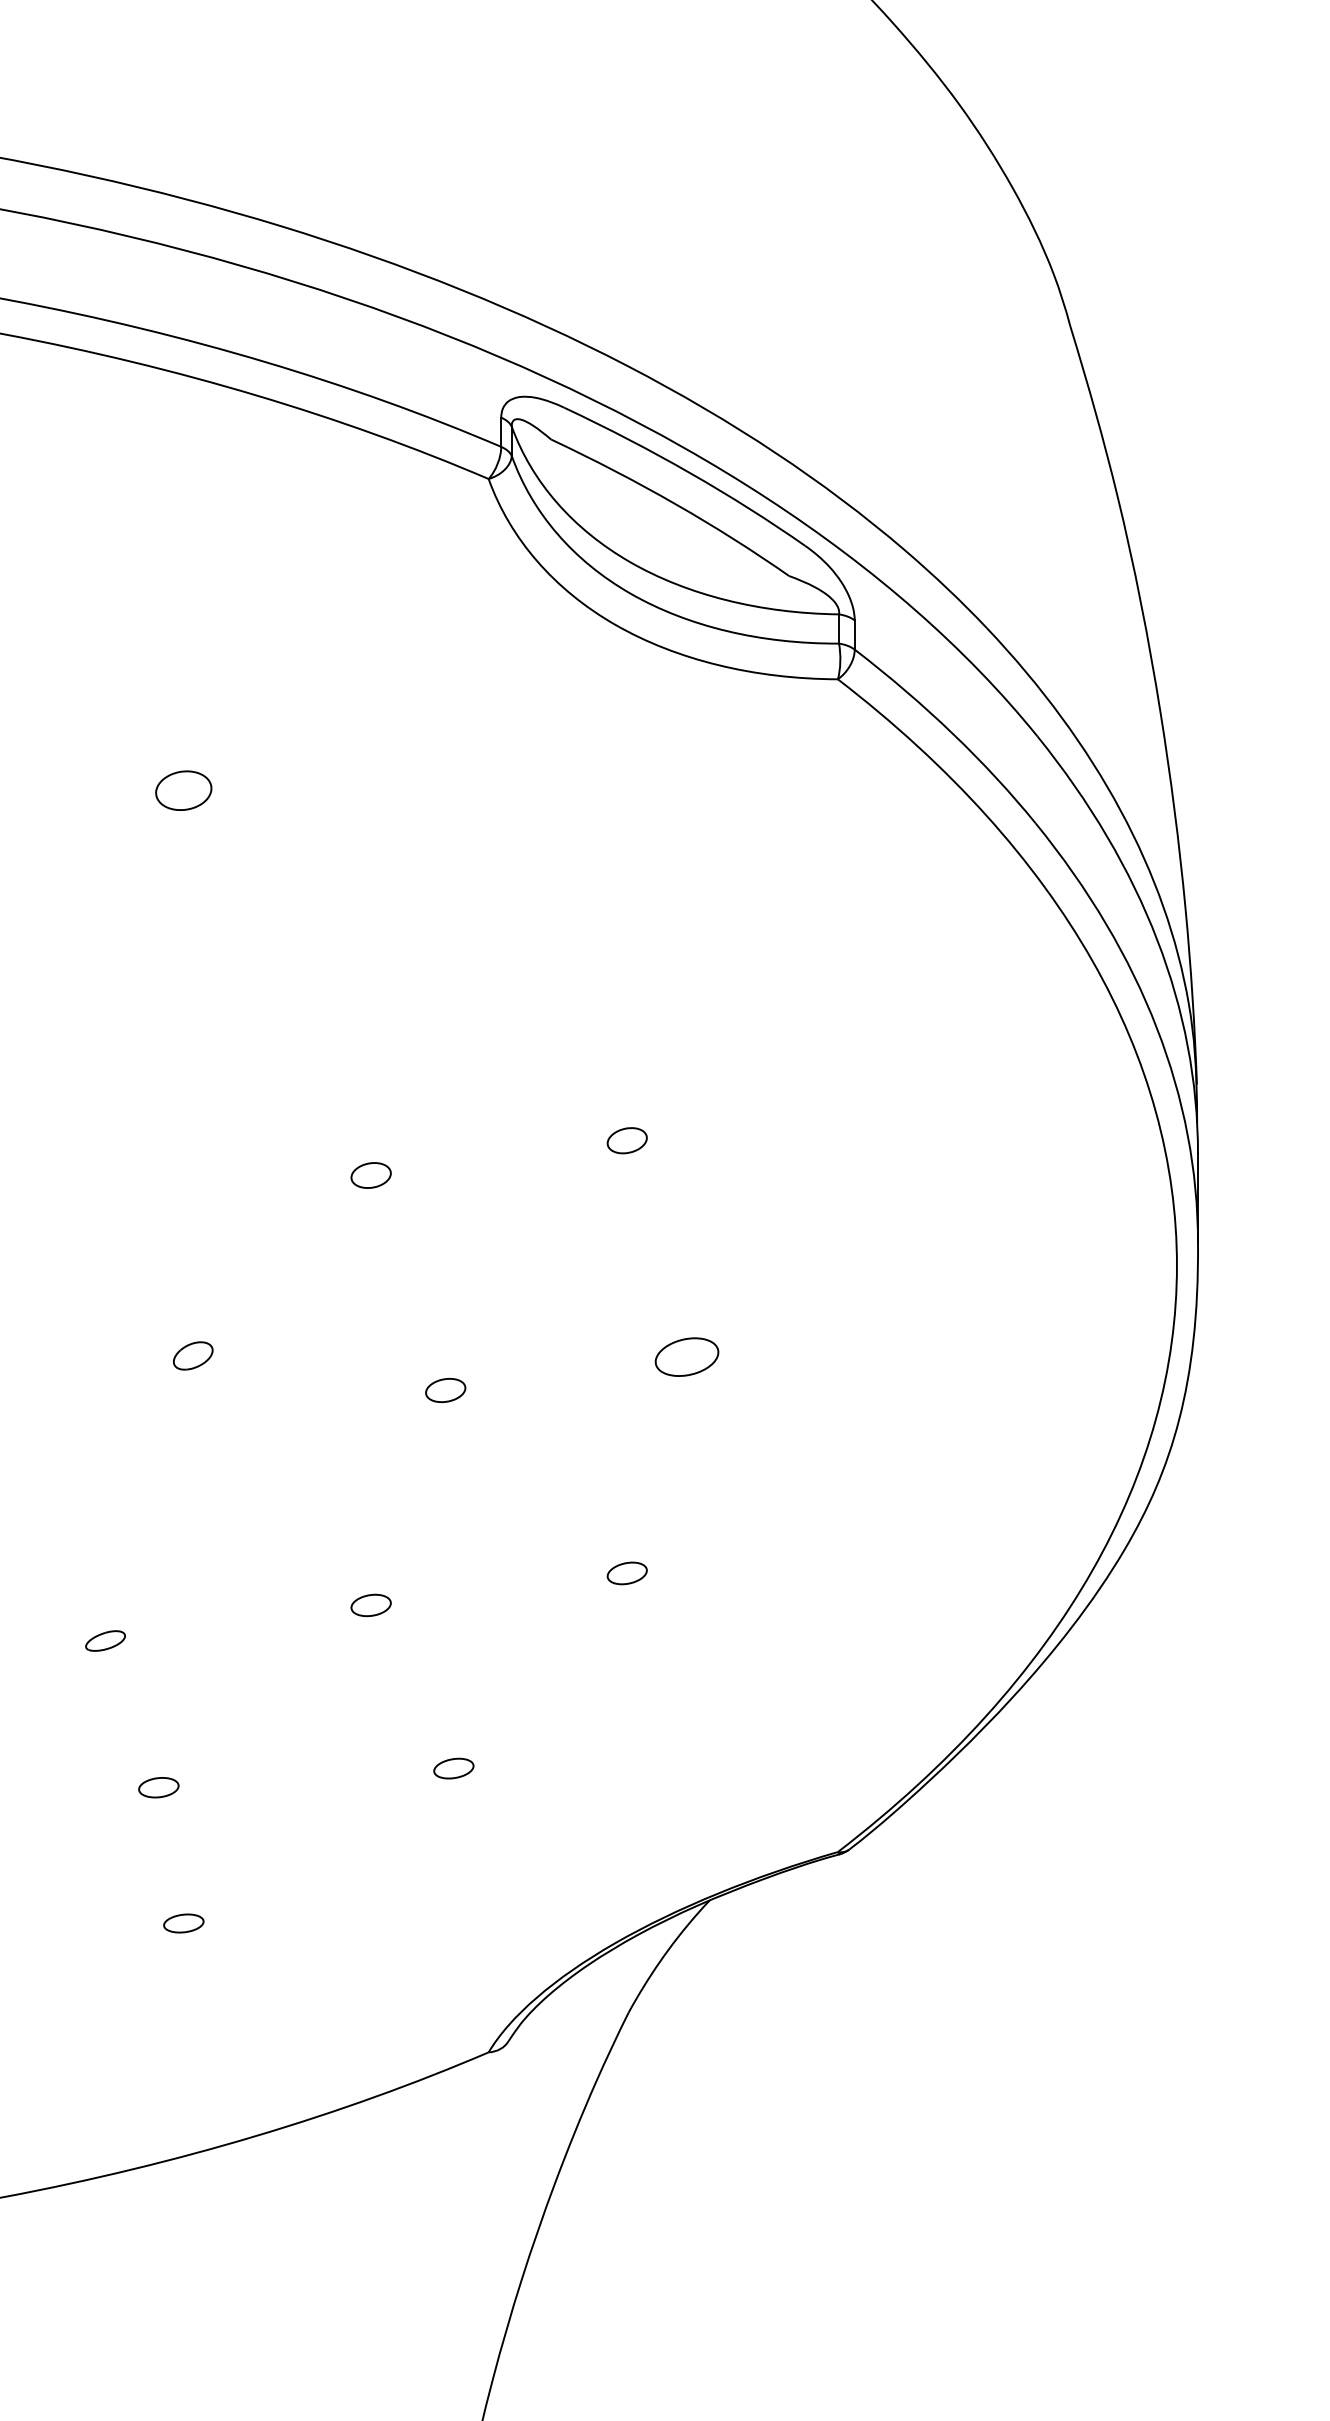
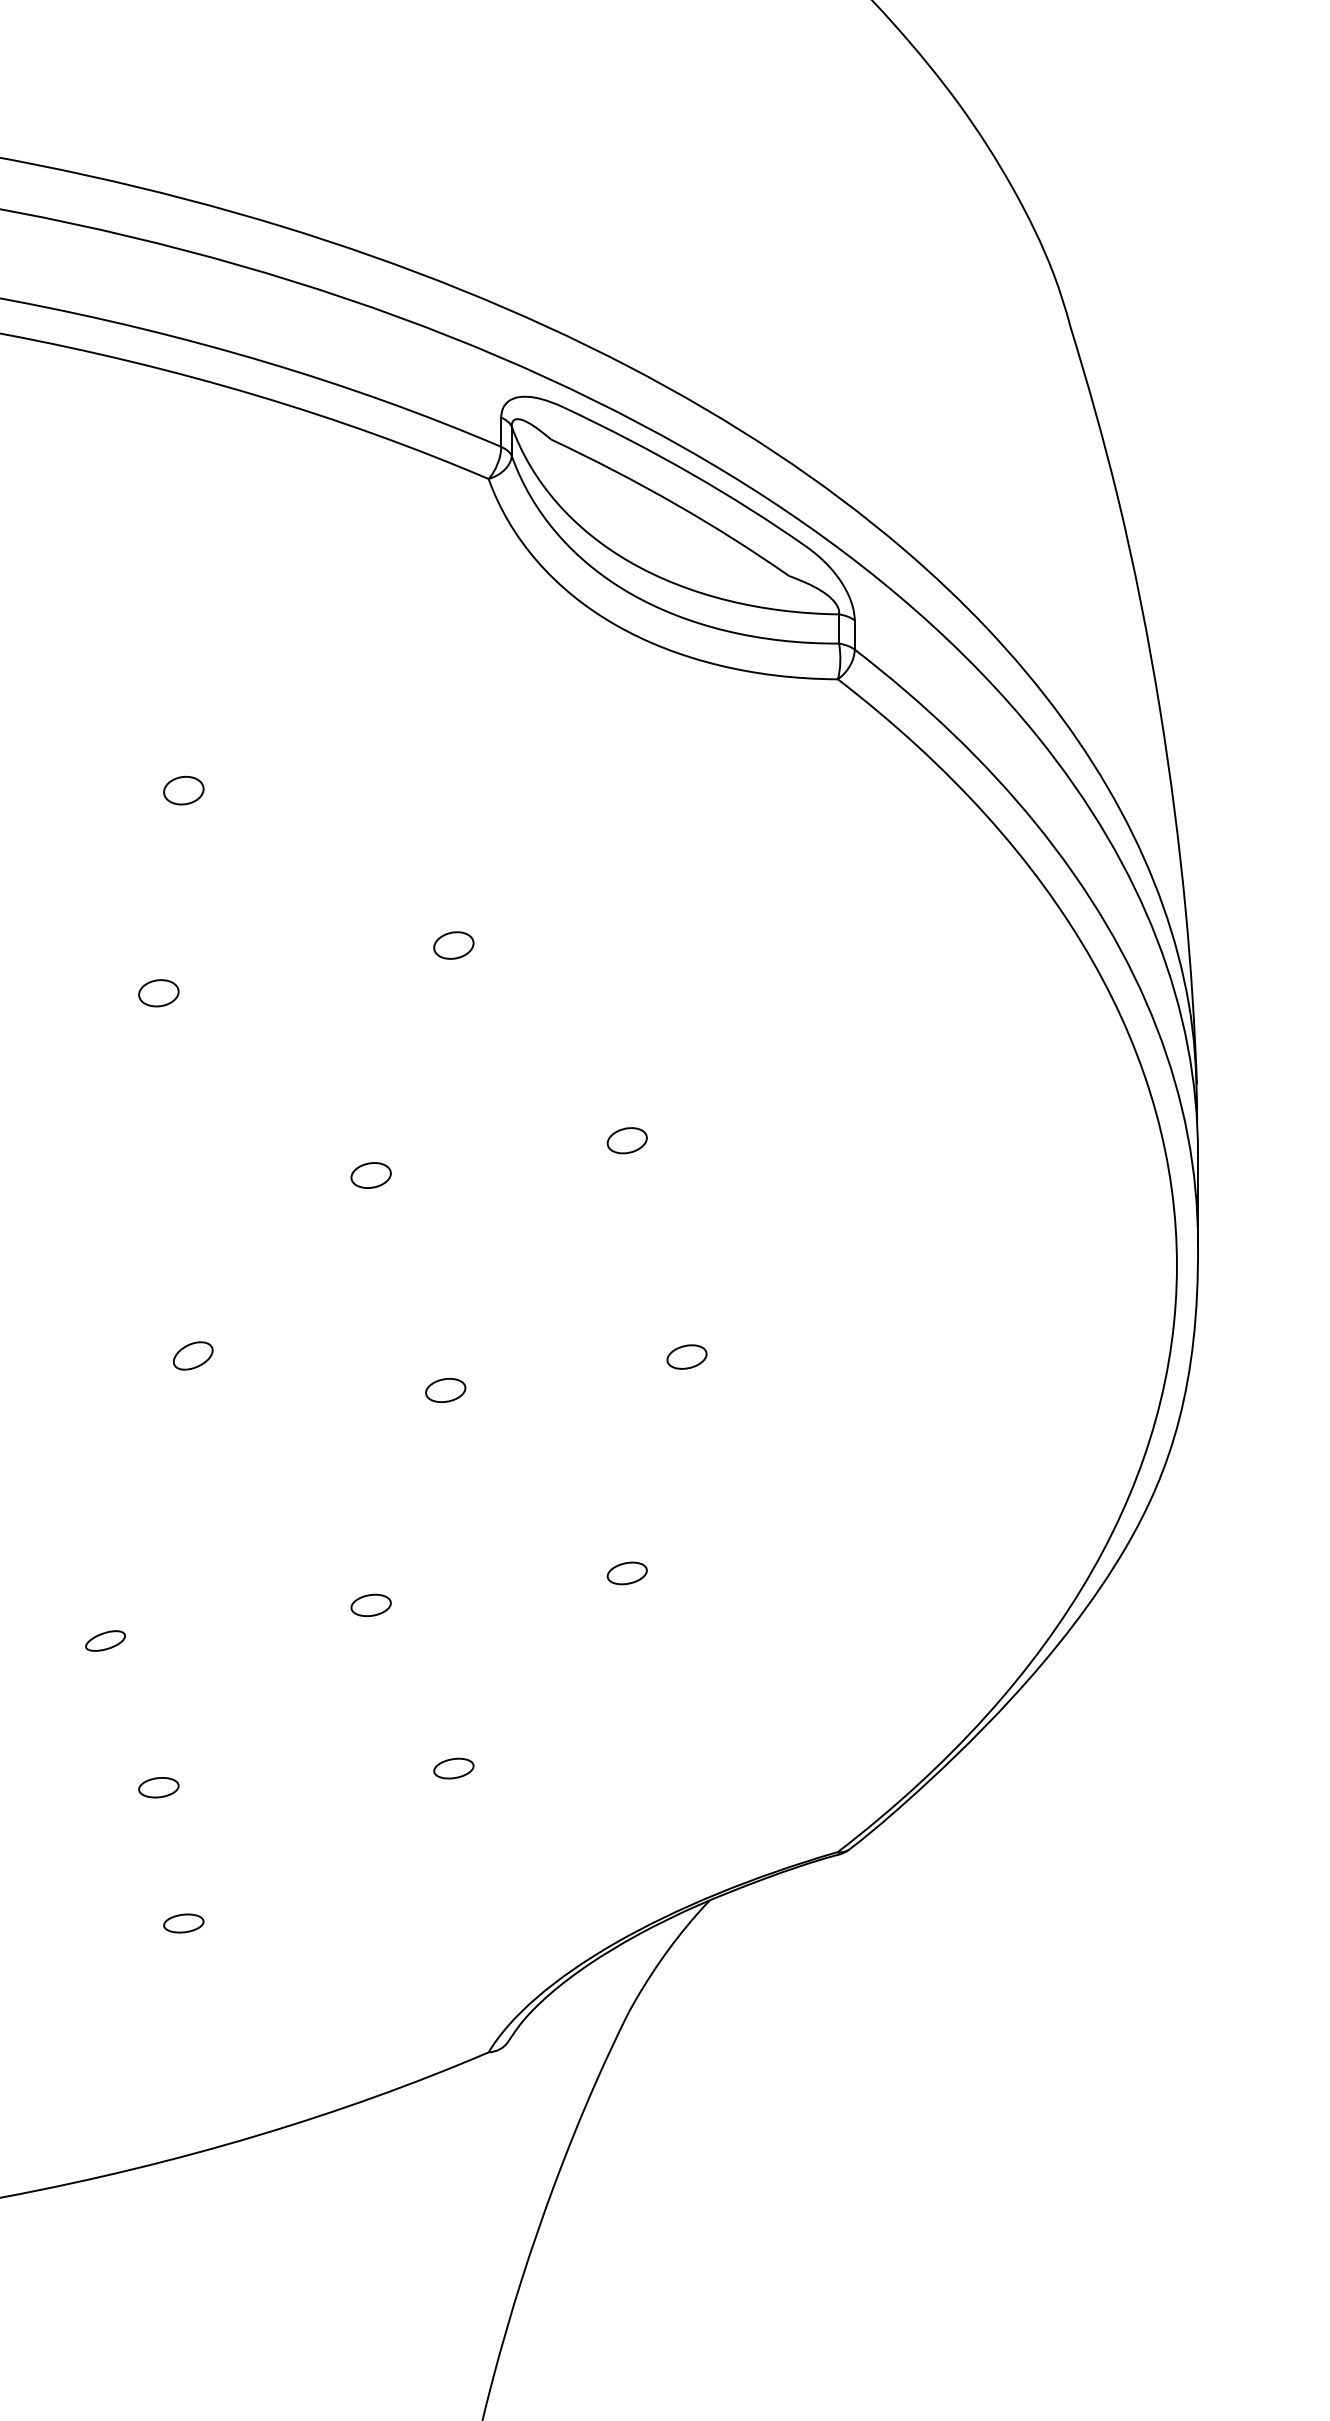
part at (183, 790) size: 58x41 px -> 42x31 px
part at (453, 945): none -> present
part at (158, 993): none -> present
part at (686, 1356) size: 66x40 px -> 42x26 px
